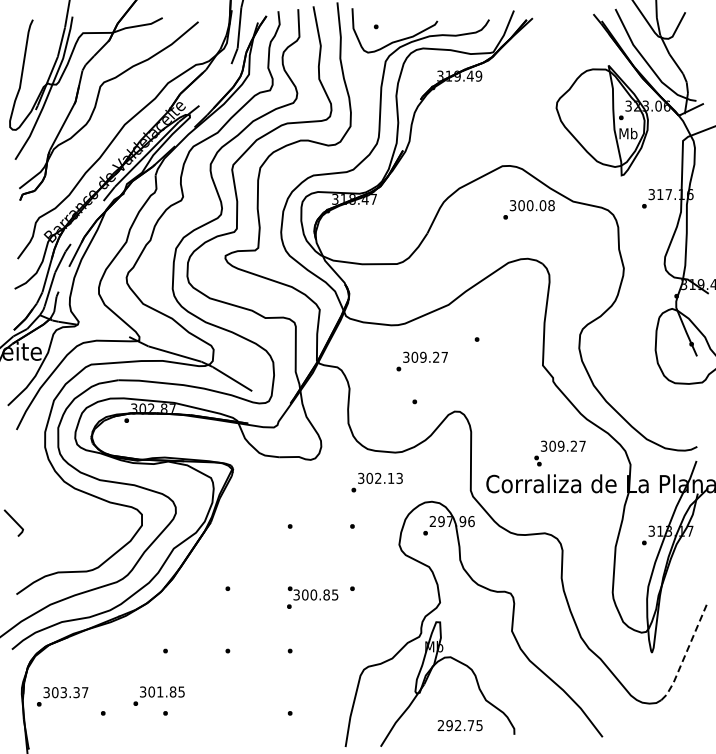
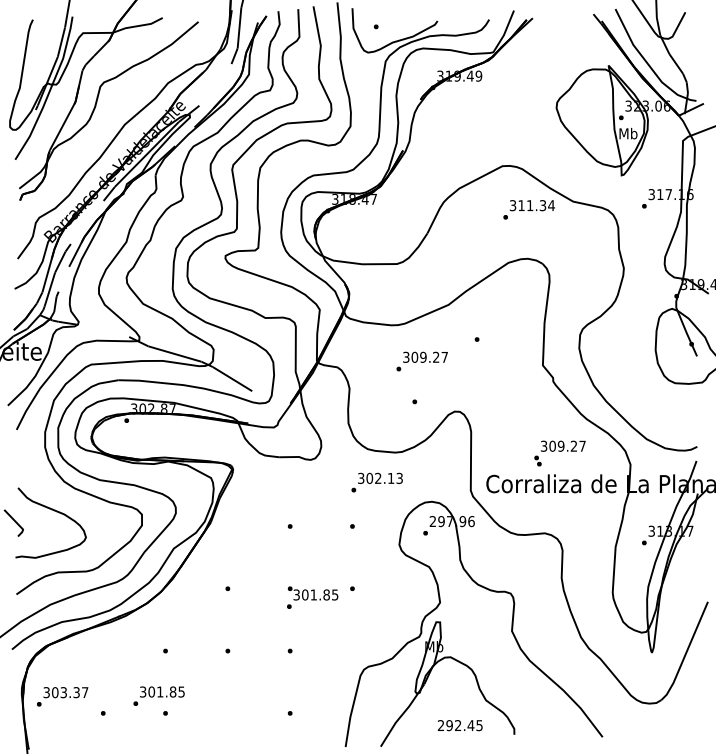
text at (536, 205): 300.08 -> 311.34
curve at (56, 512): none -> present
text at (313, 594): 300.85 -> 301.85
line at (686, 652): dashed -> solid
text at (470, 725): 292.75 -> 292.45
